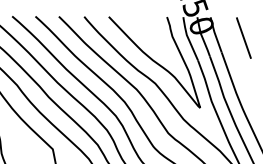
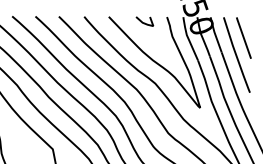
line at (144, 22): none -> present
line at (236, 54): none -> present
